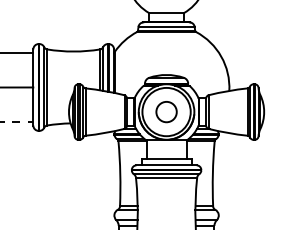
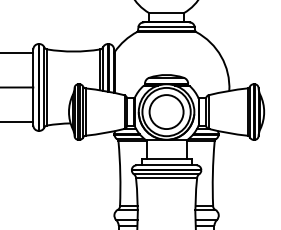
circle at (166, 111) diameter: 20 px -> 34 px
line at (17, 122): dashed -> solid
